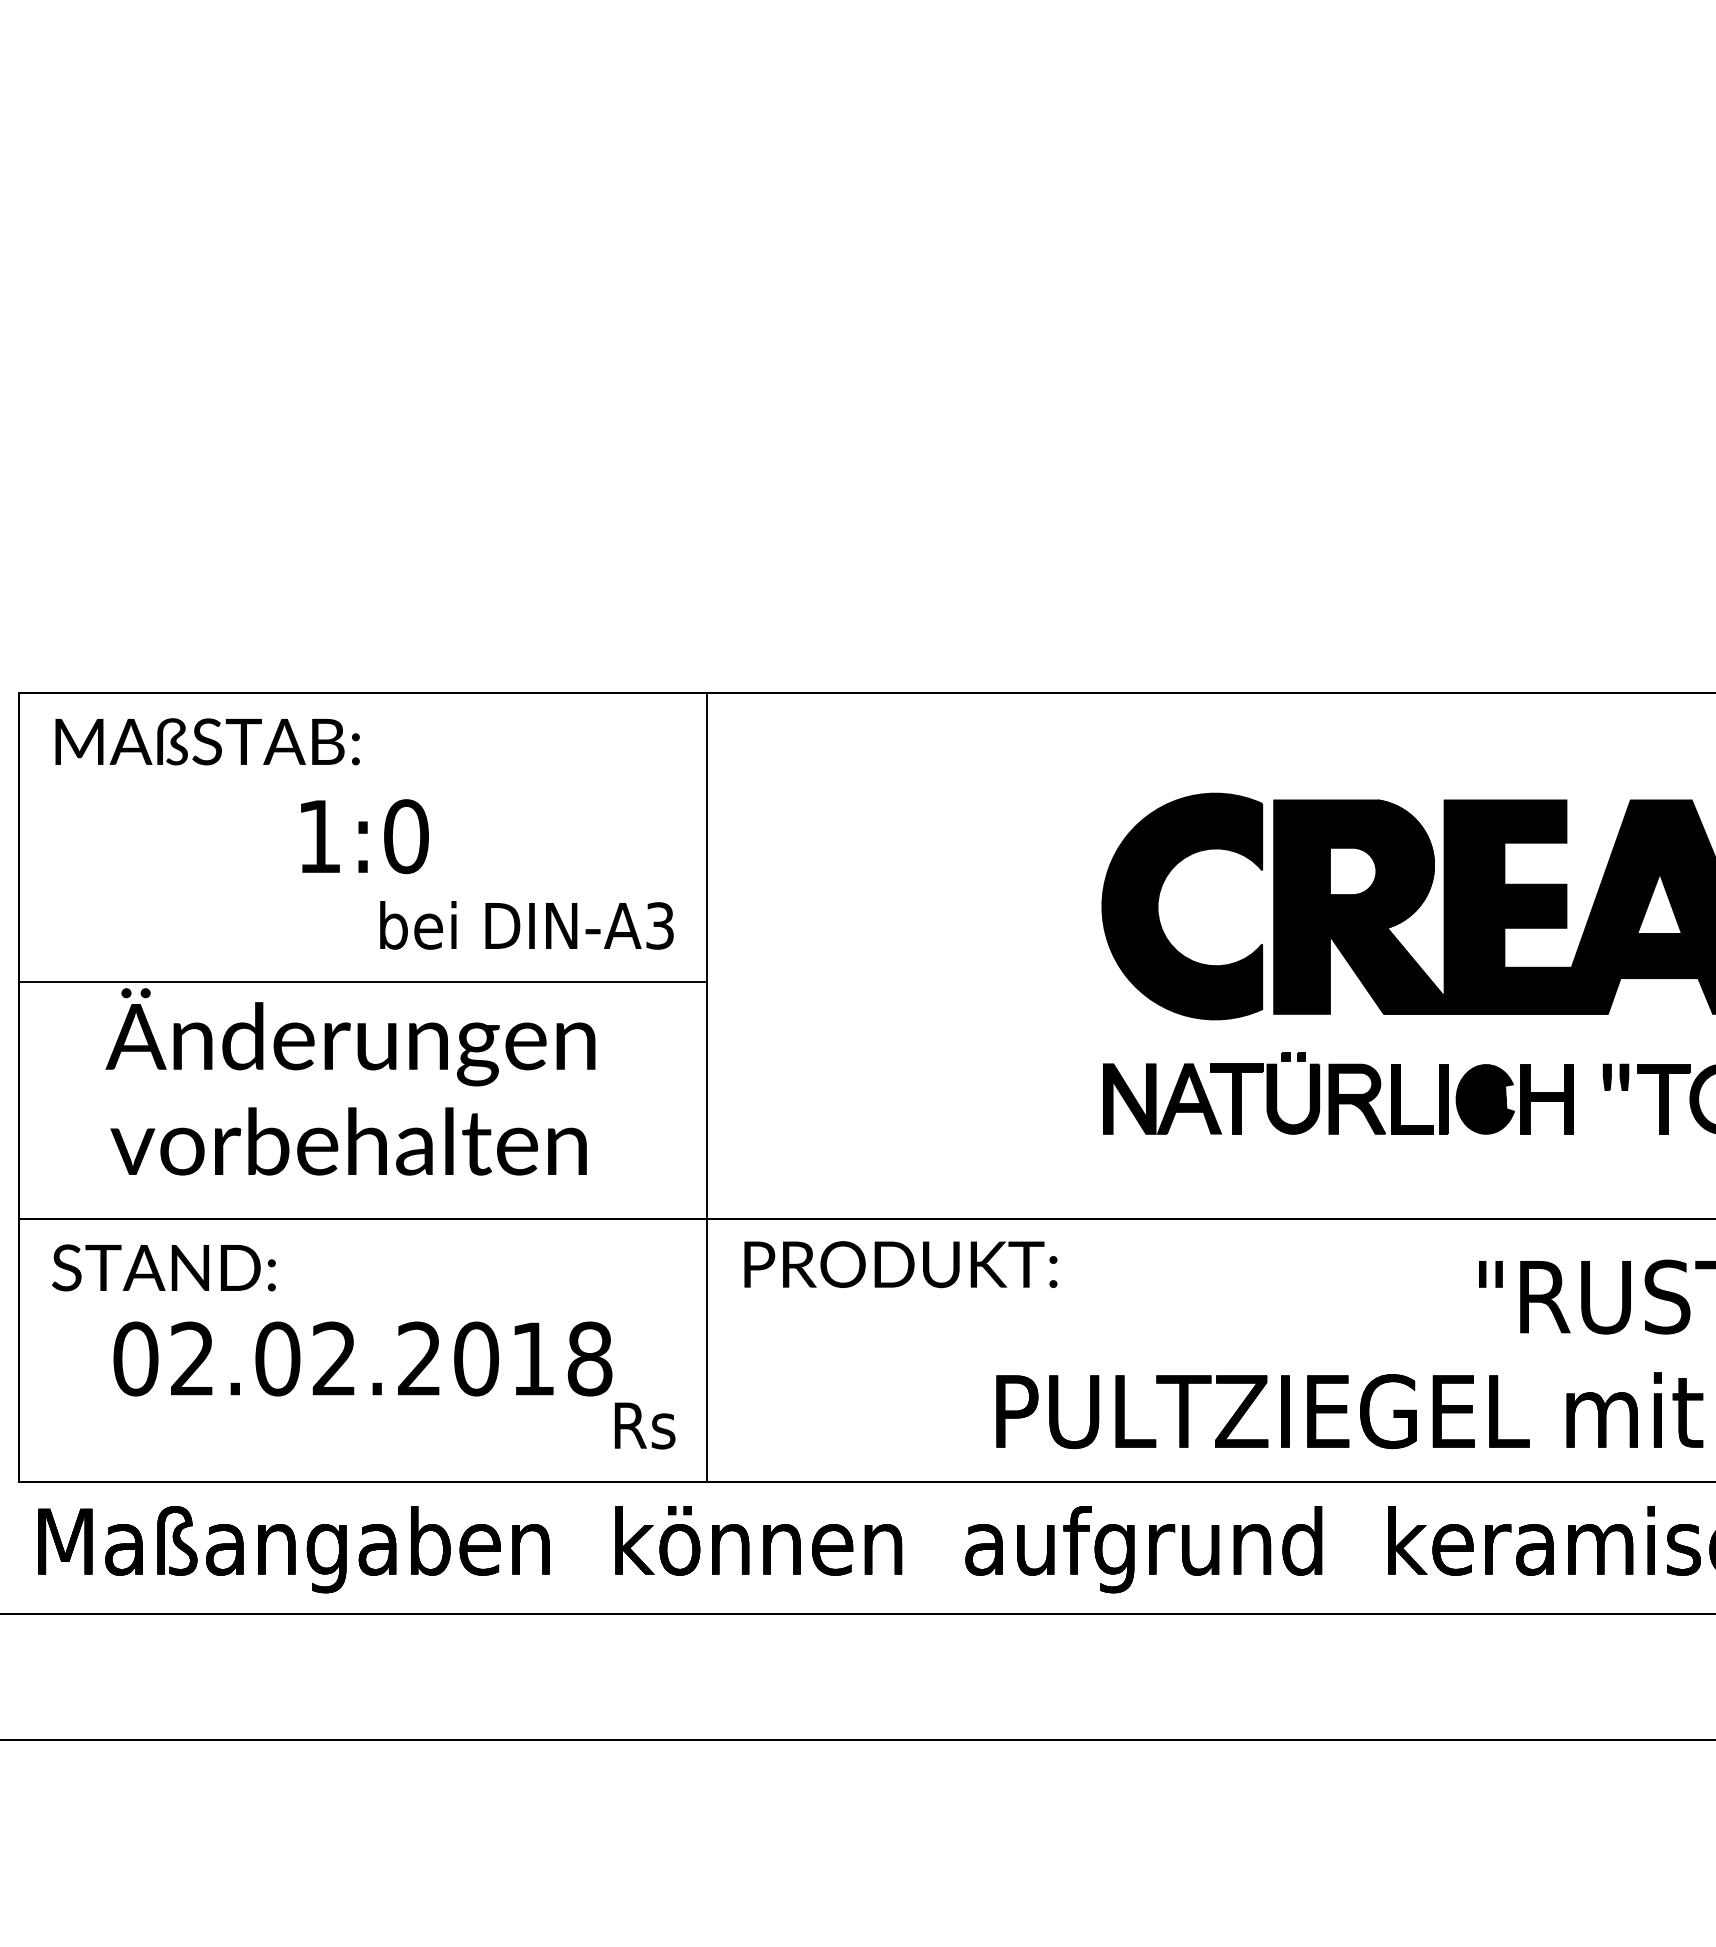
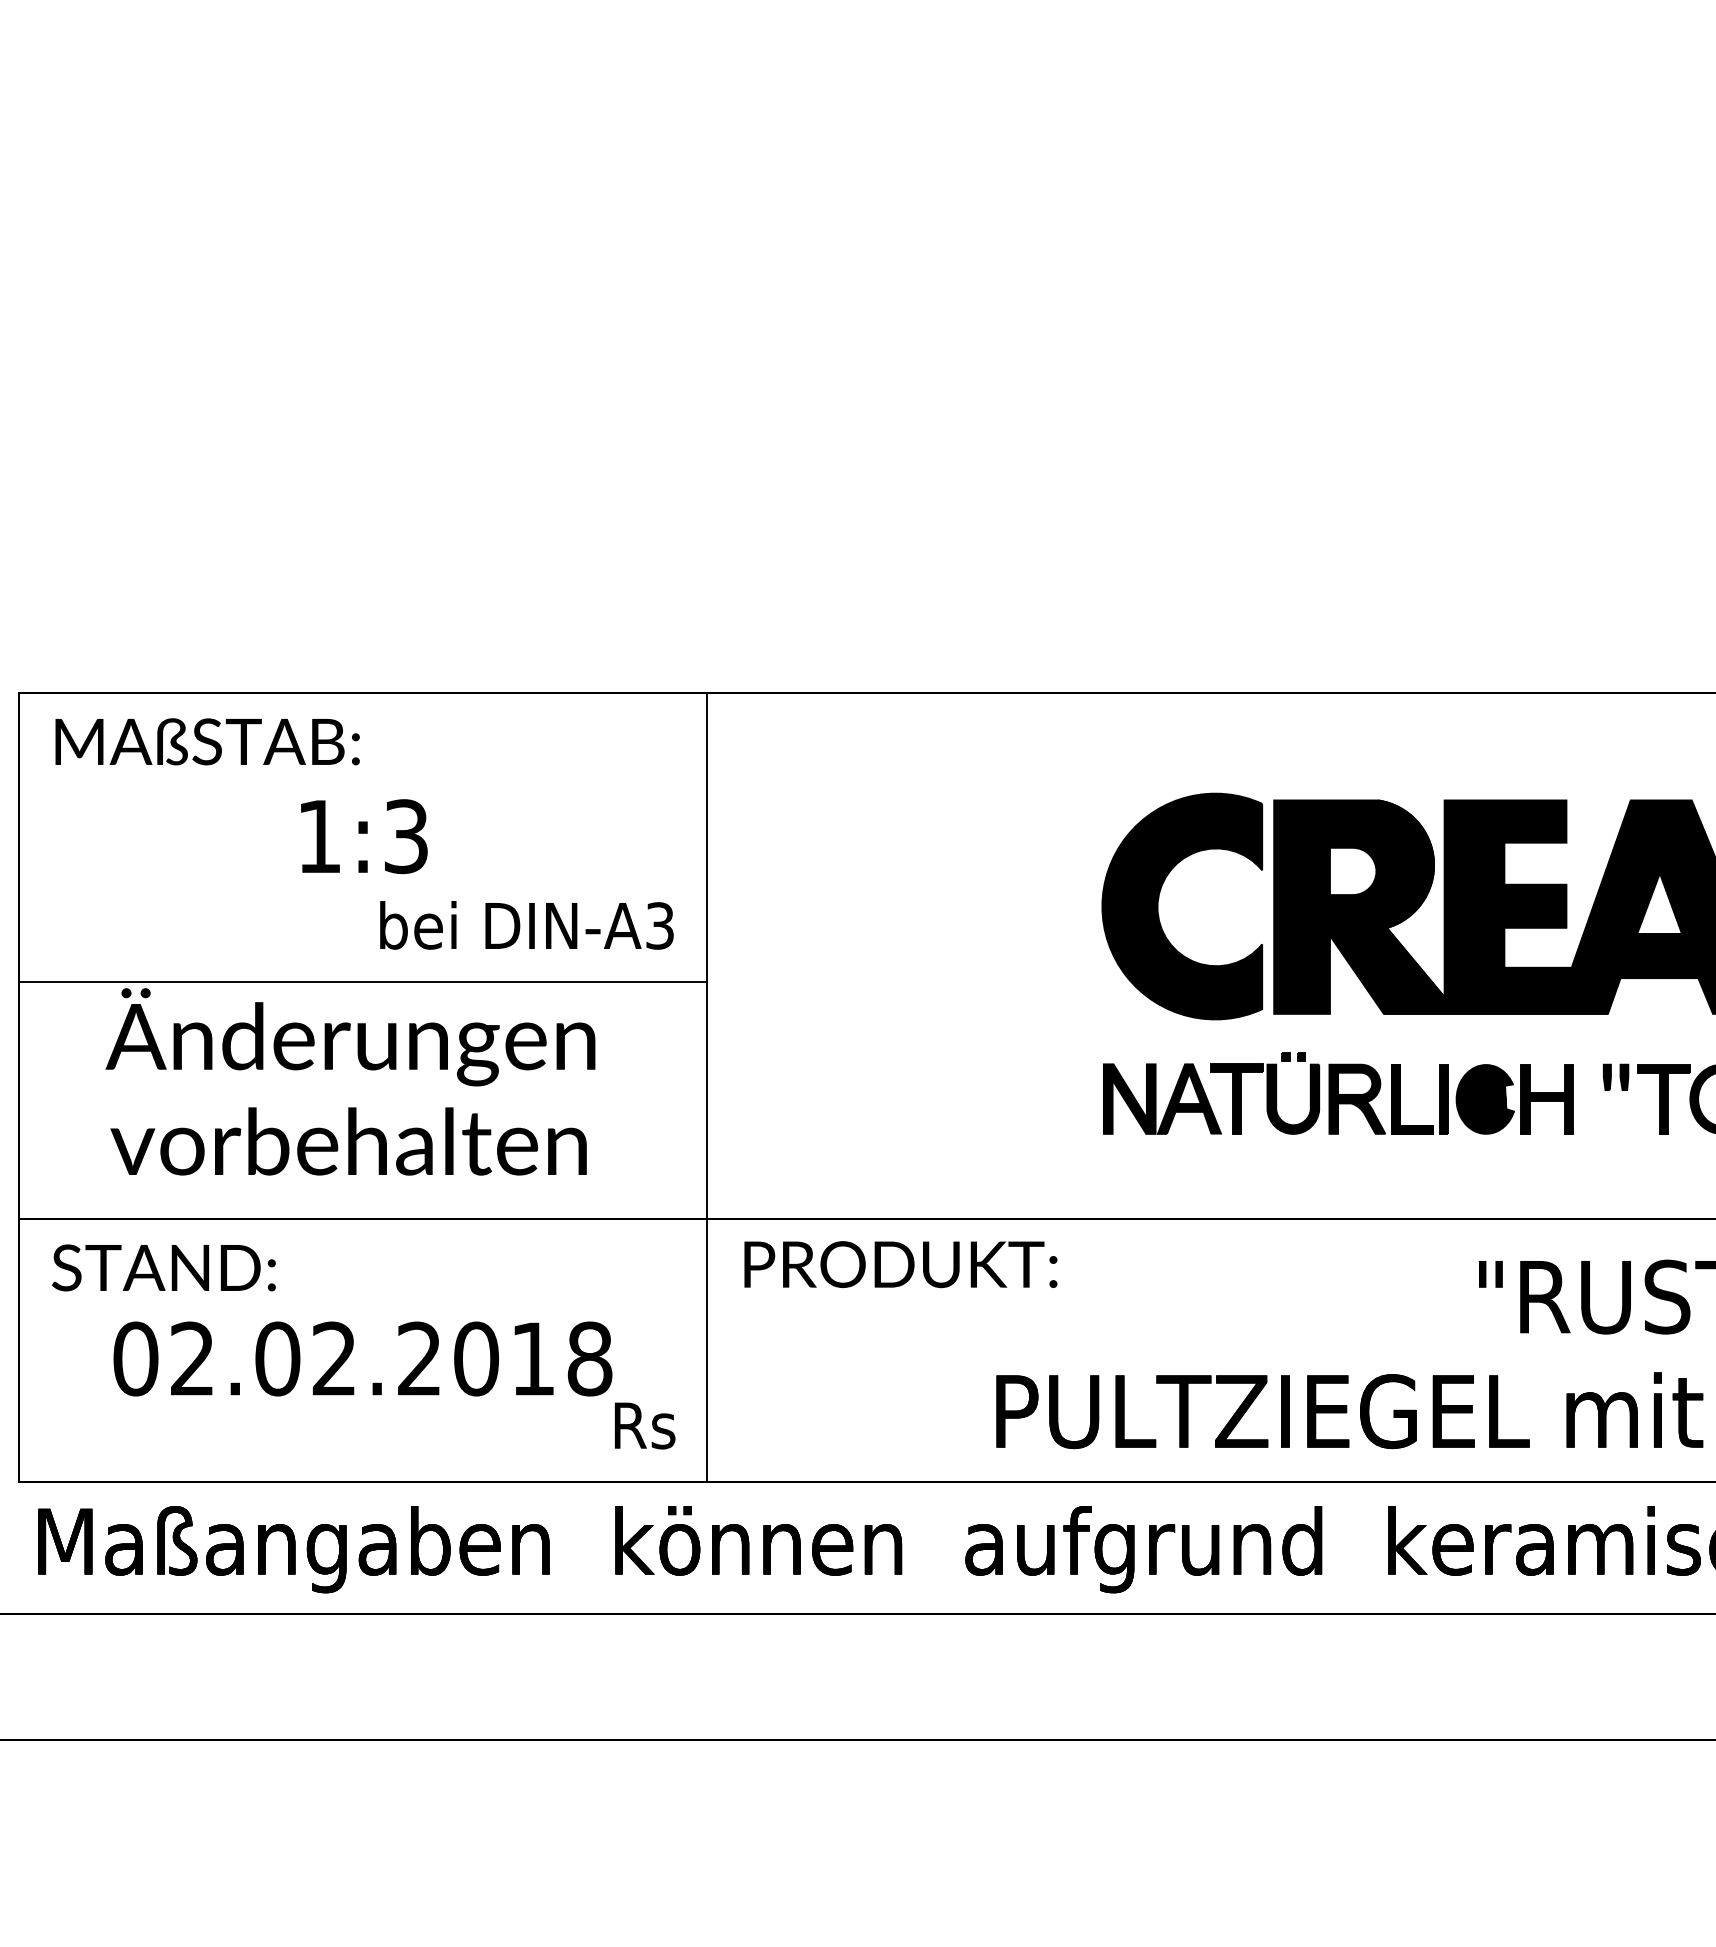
text at (406, 836): 1:0 -> 1:3
